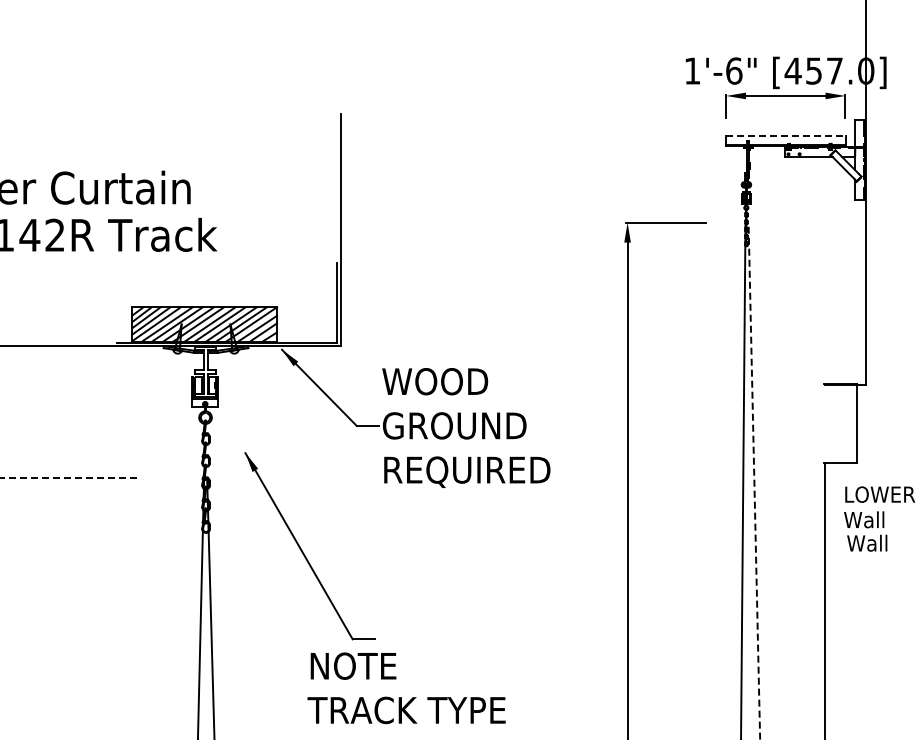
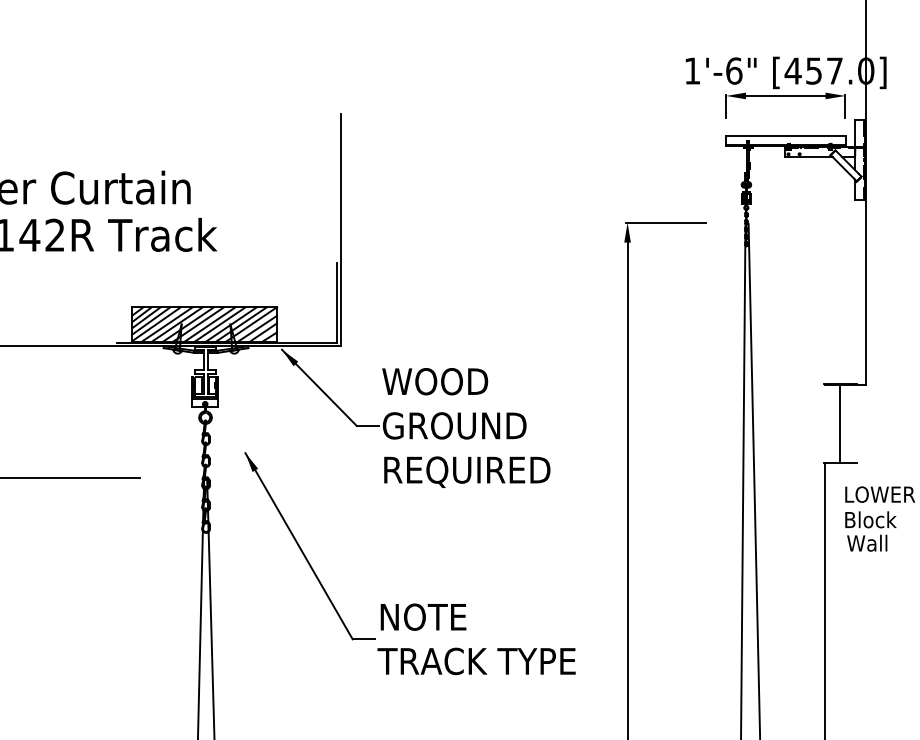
line at (785, 135): dashed -> solid
line at (856, 423) position: (856, 423) -> (839, 423)
line at (70, 477): dashed -> solid
line at (754, 481): dashed -> solid
text at (870, 519): Wall -> Block
text at (406, 688) position: (406, 688) -> (476, 639)
